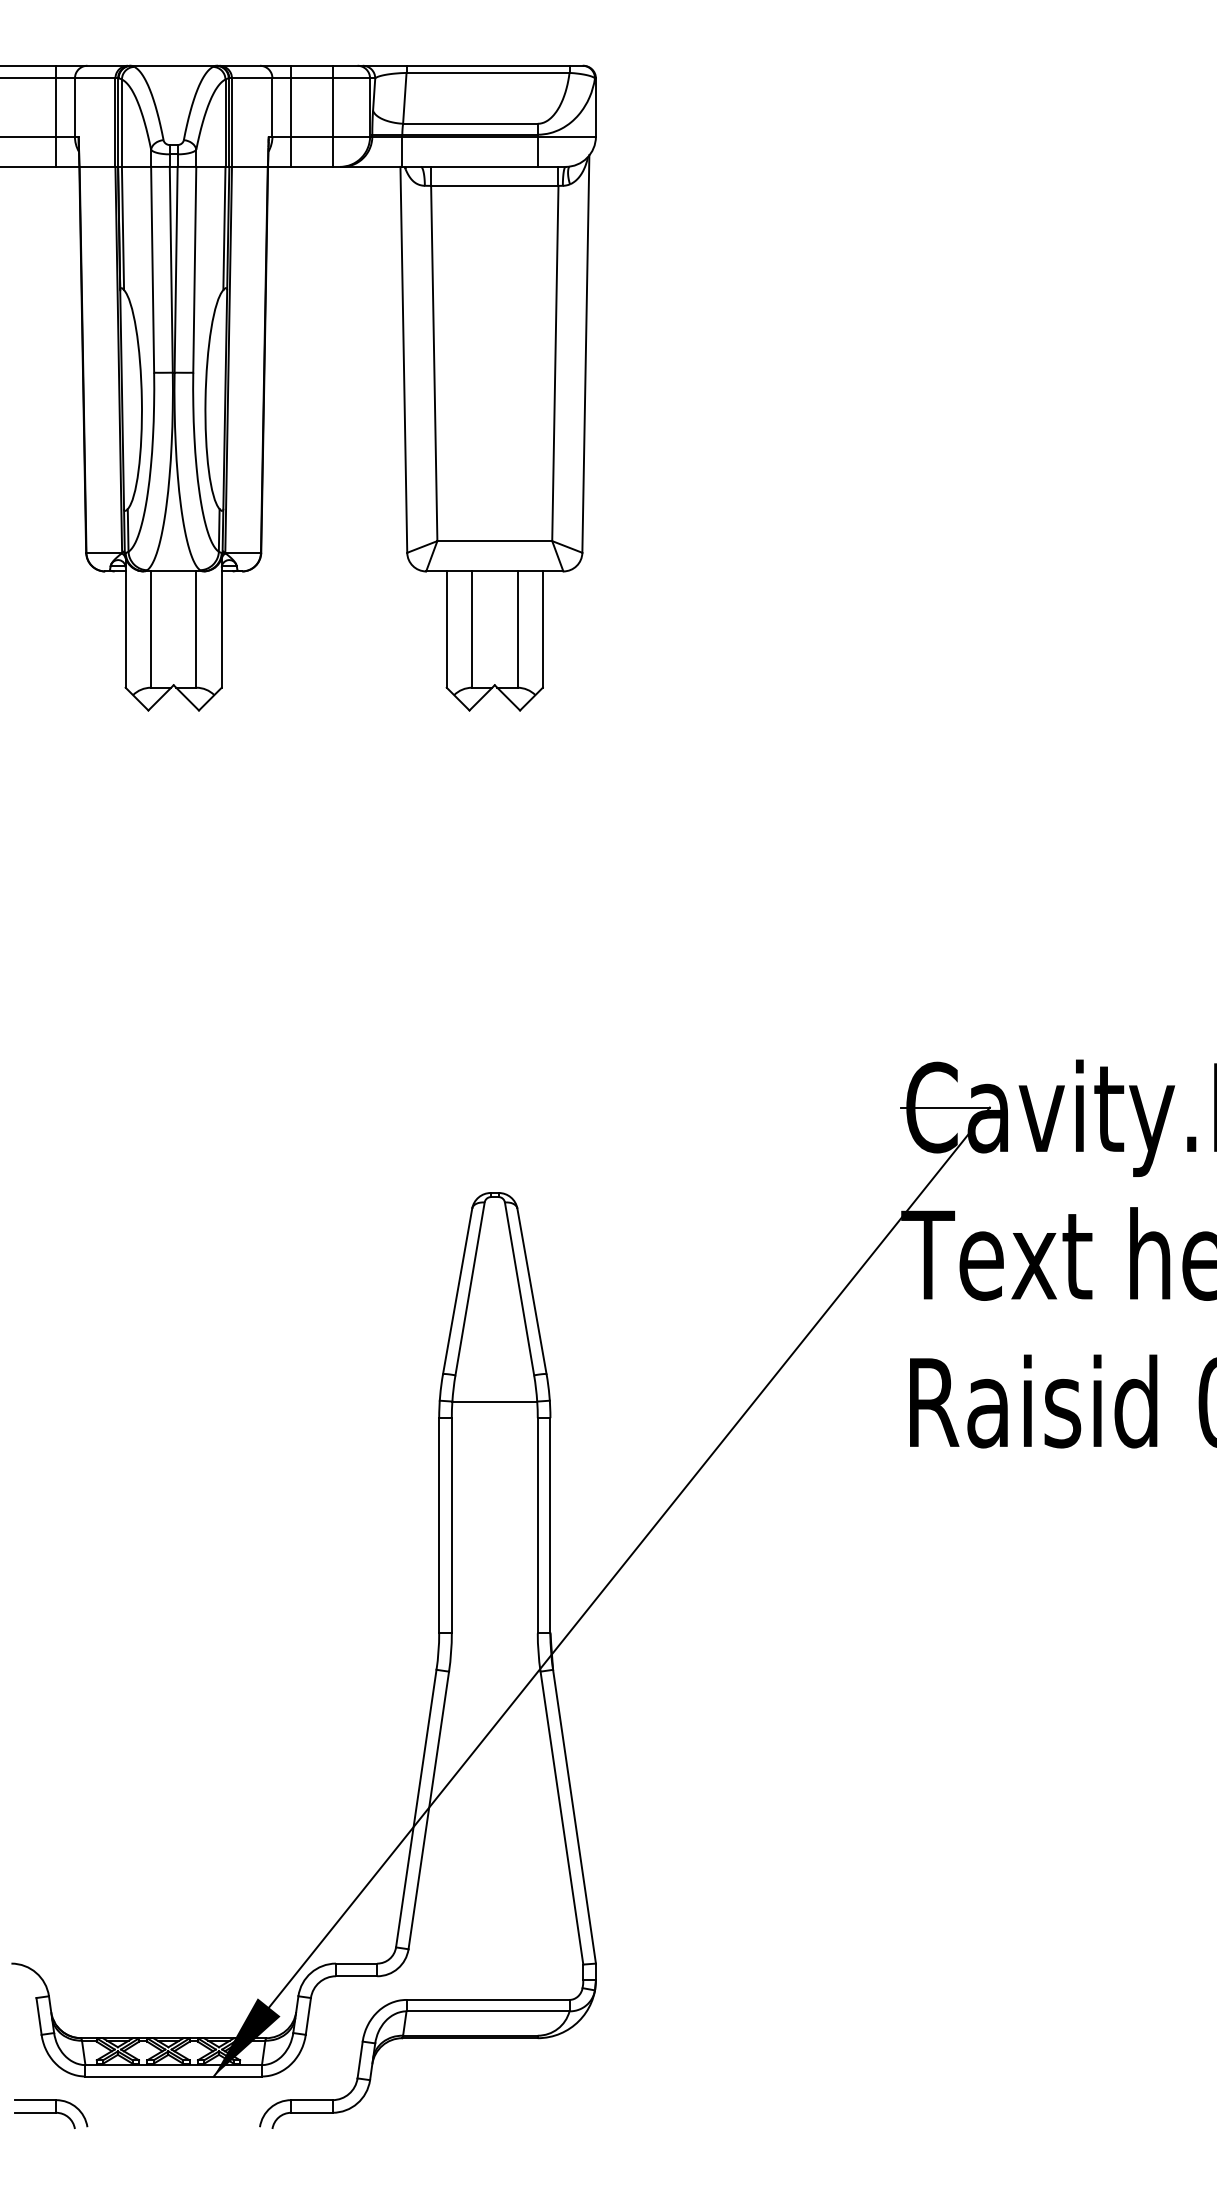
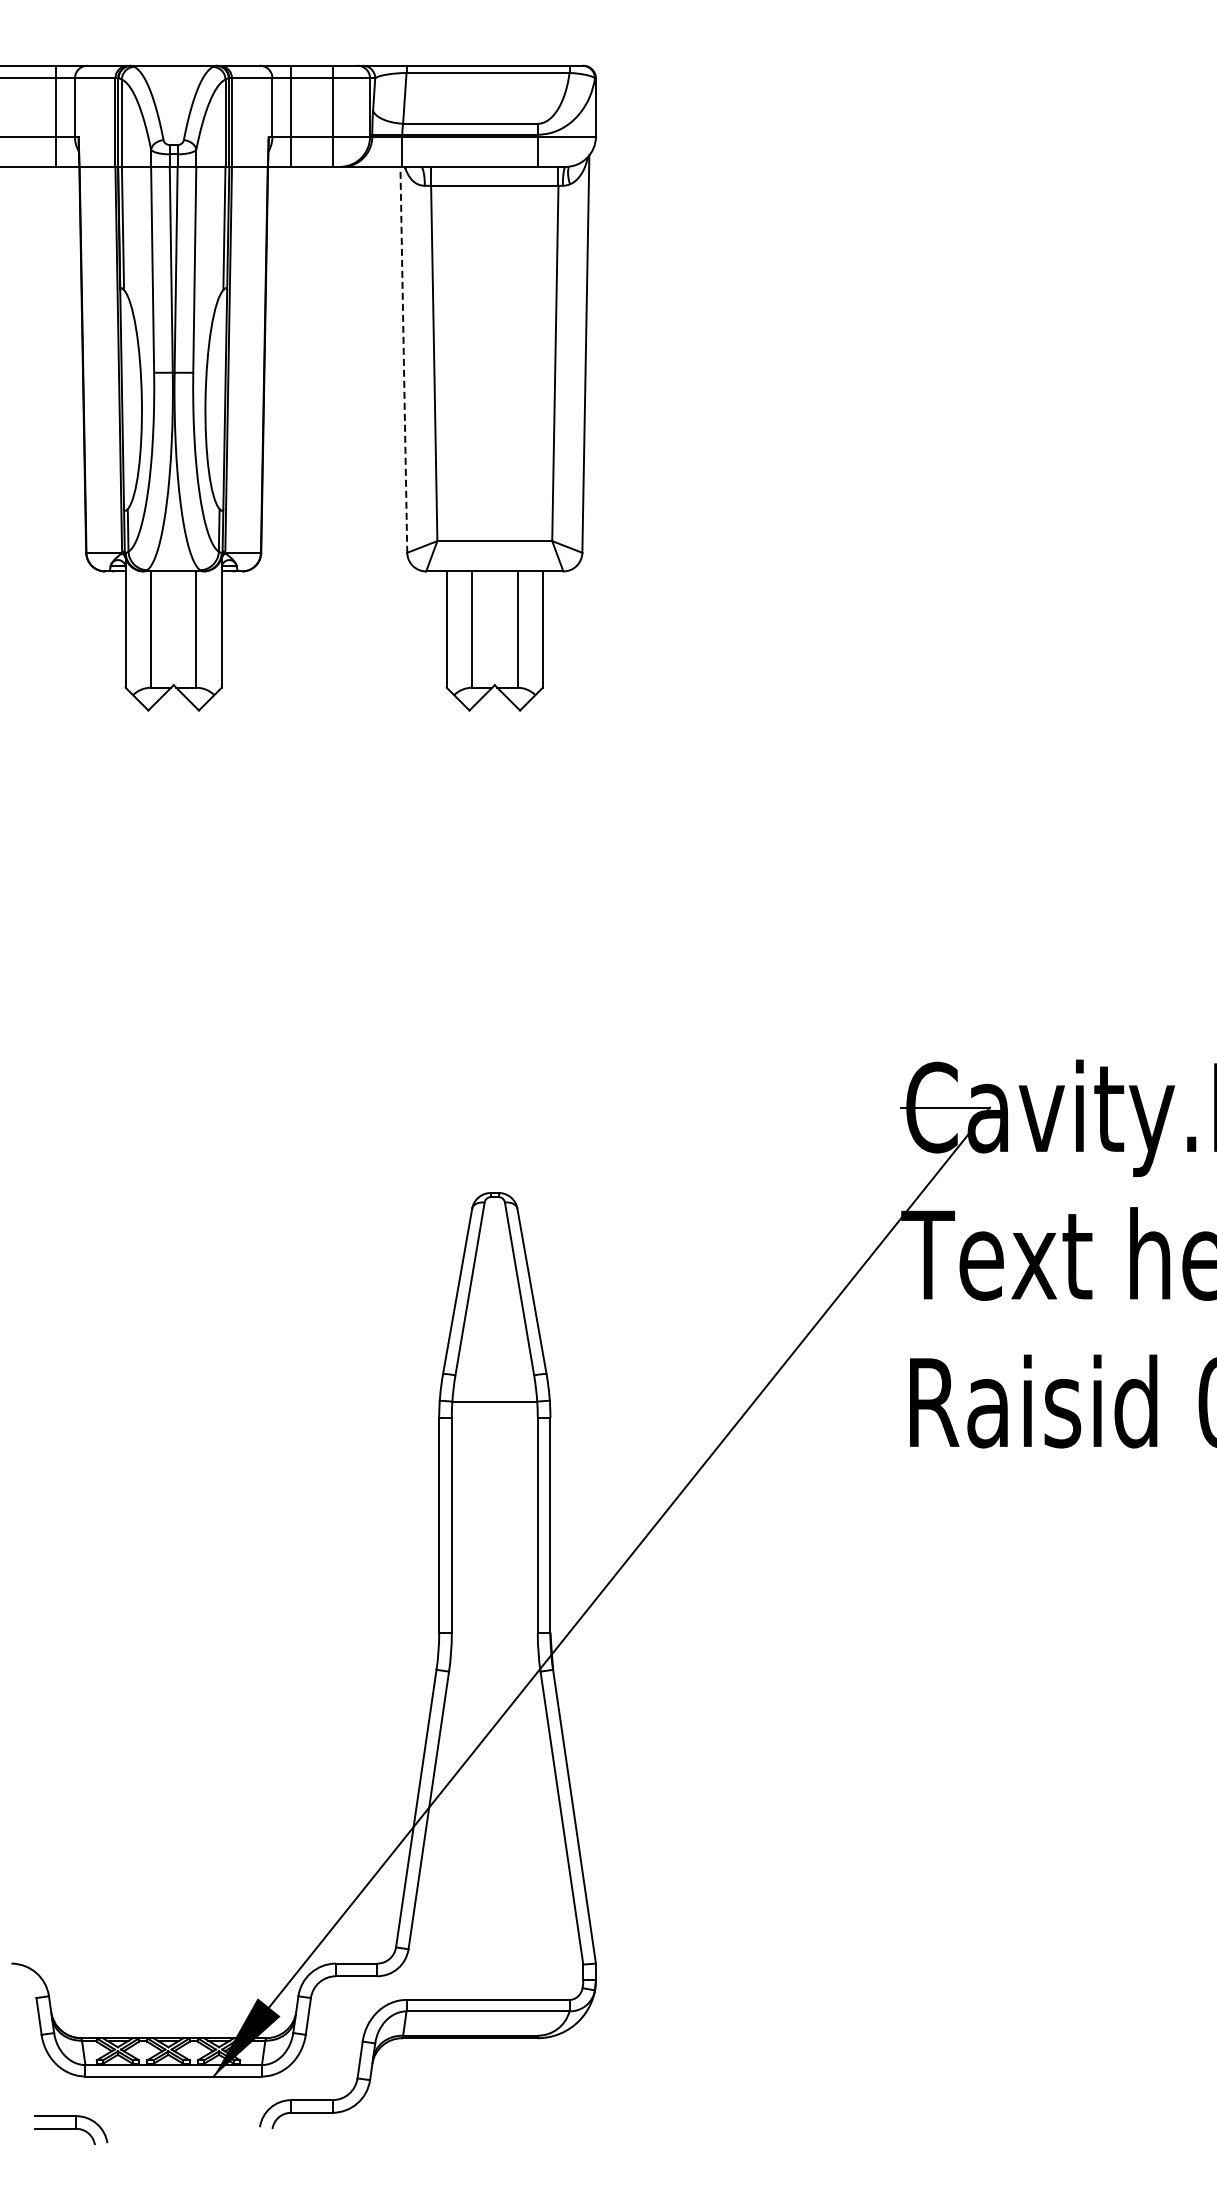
line at (403, 359): solid -> dashed
part at (51, 2113) position: (51, 2113) -> (71, 2129)
